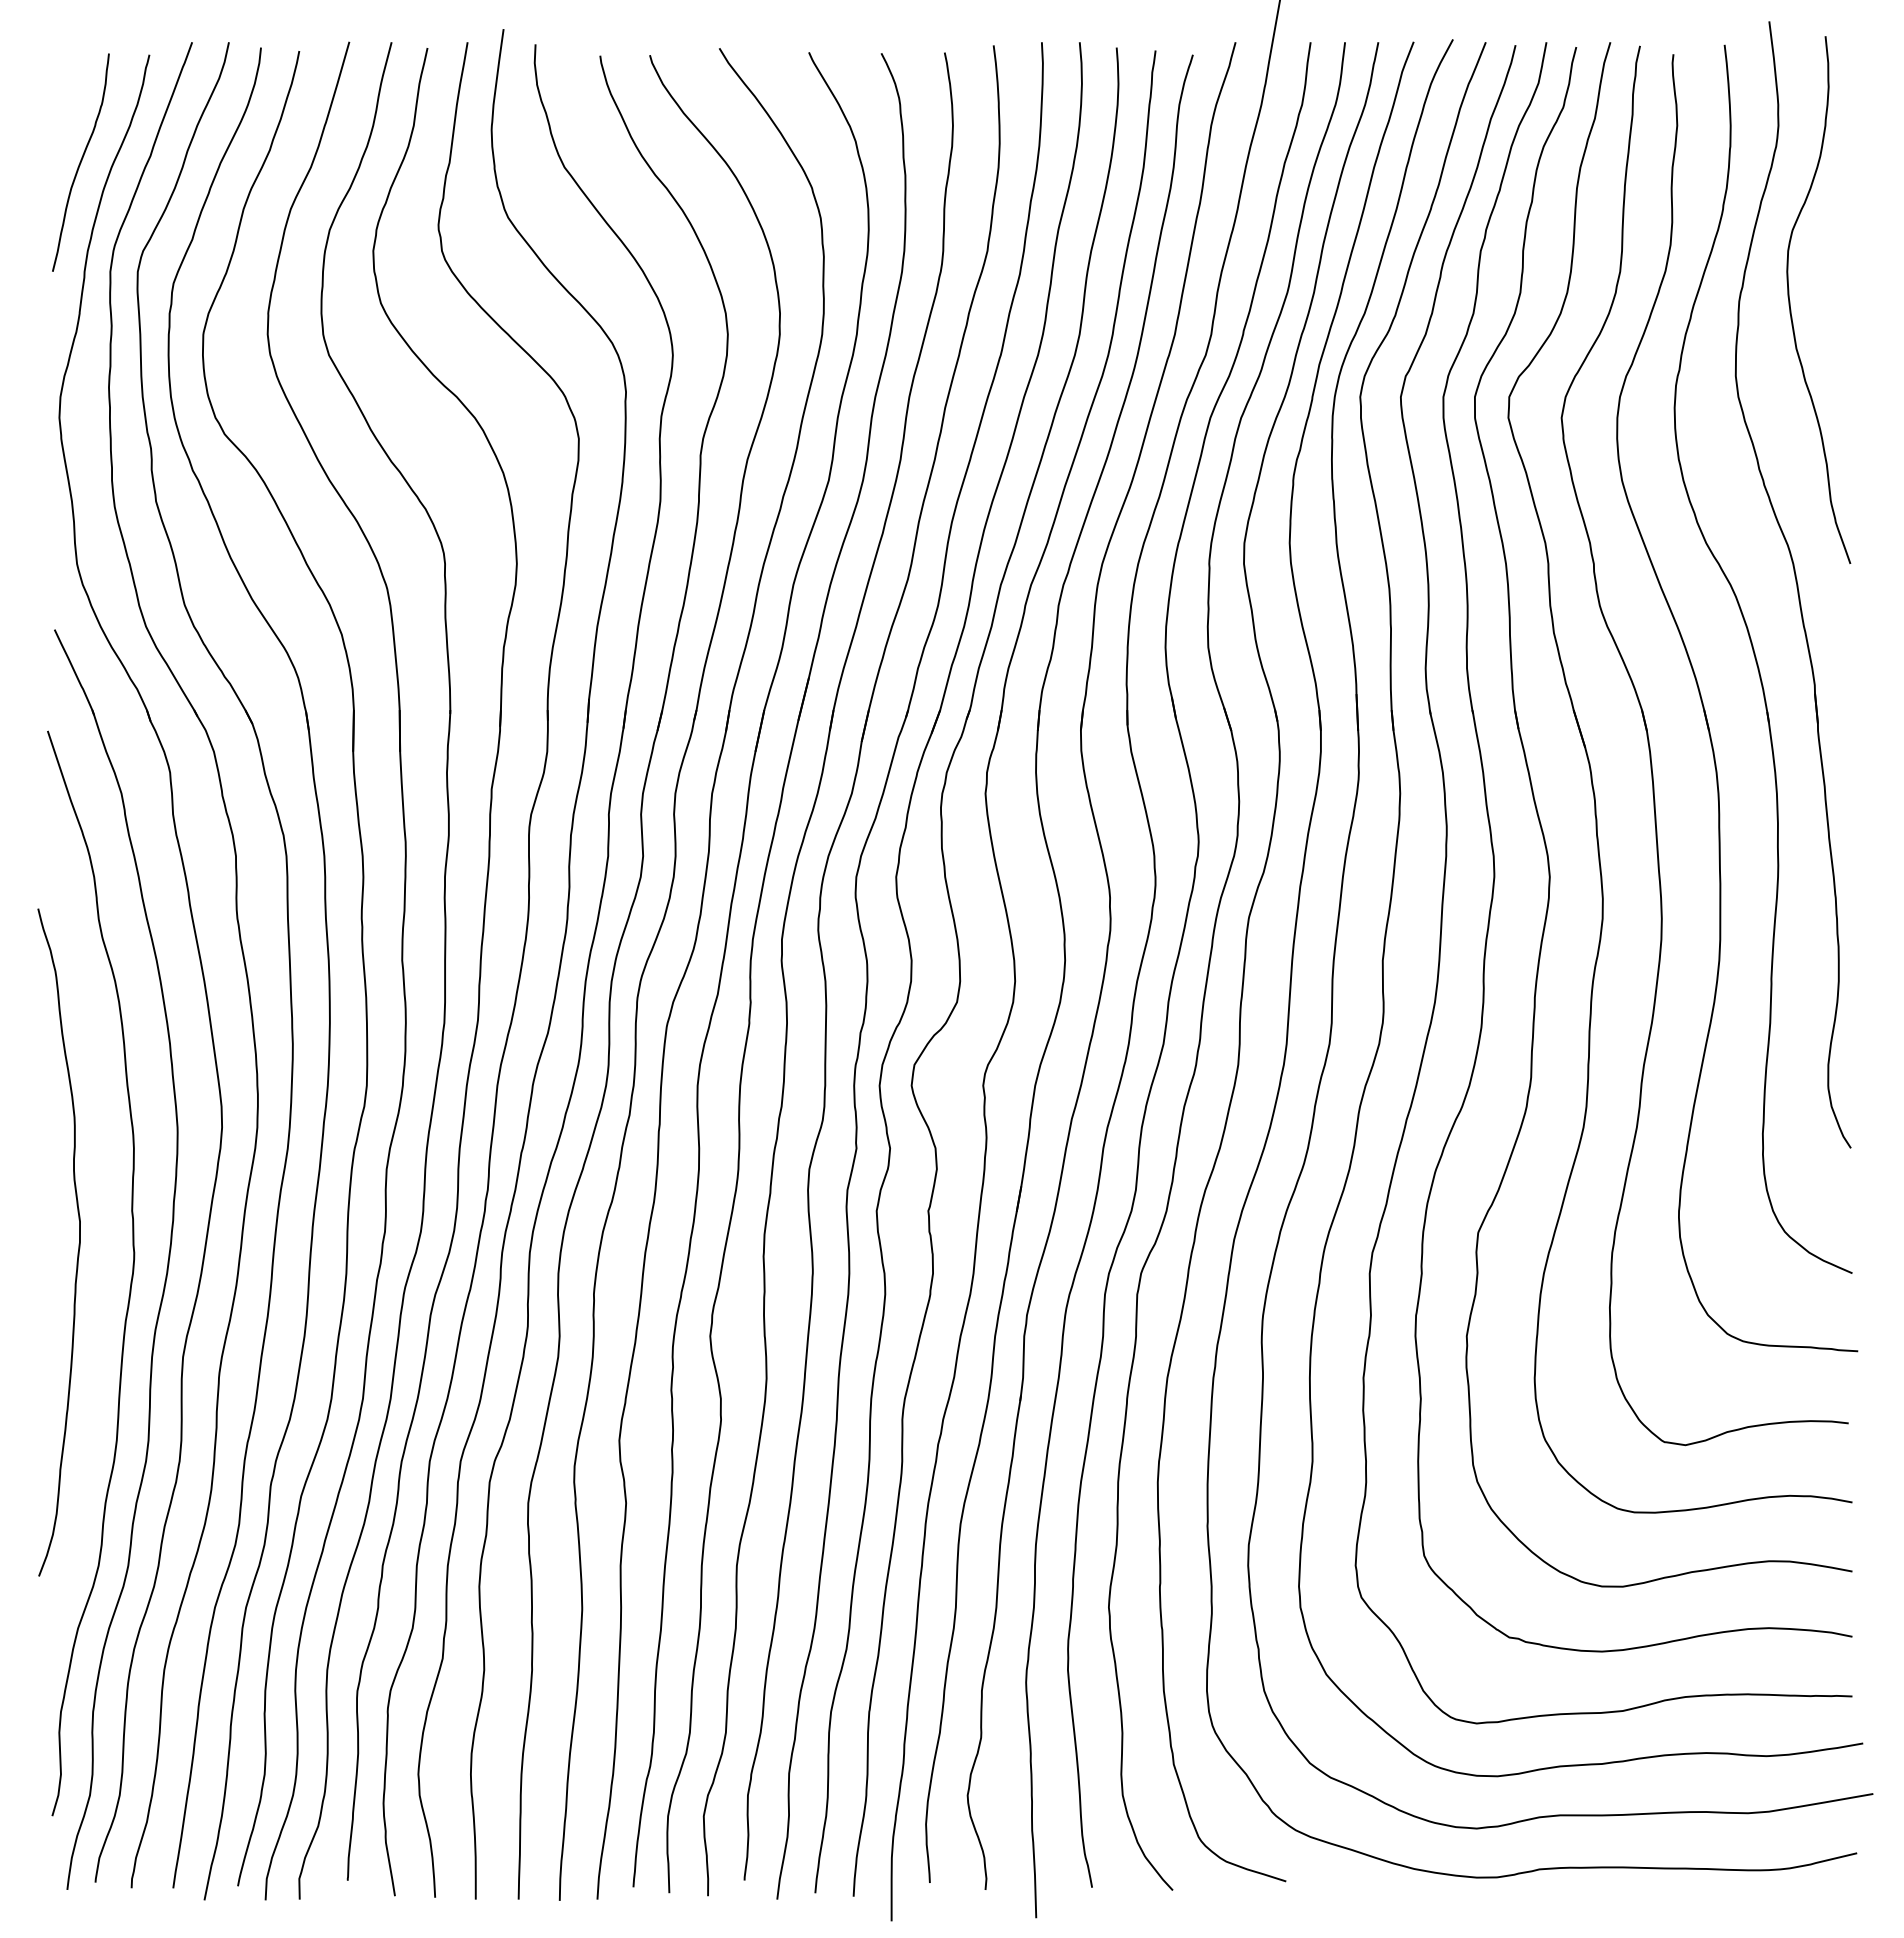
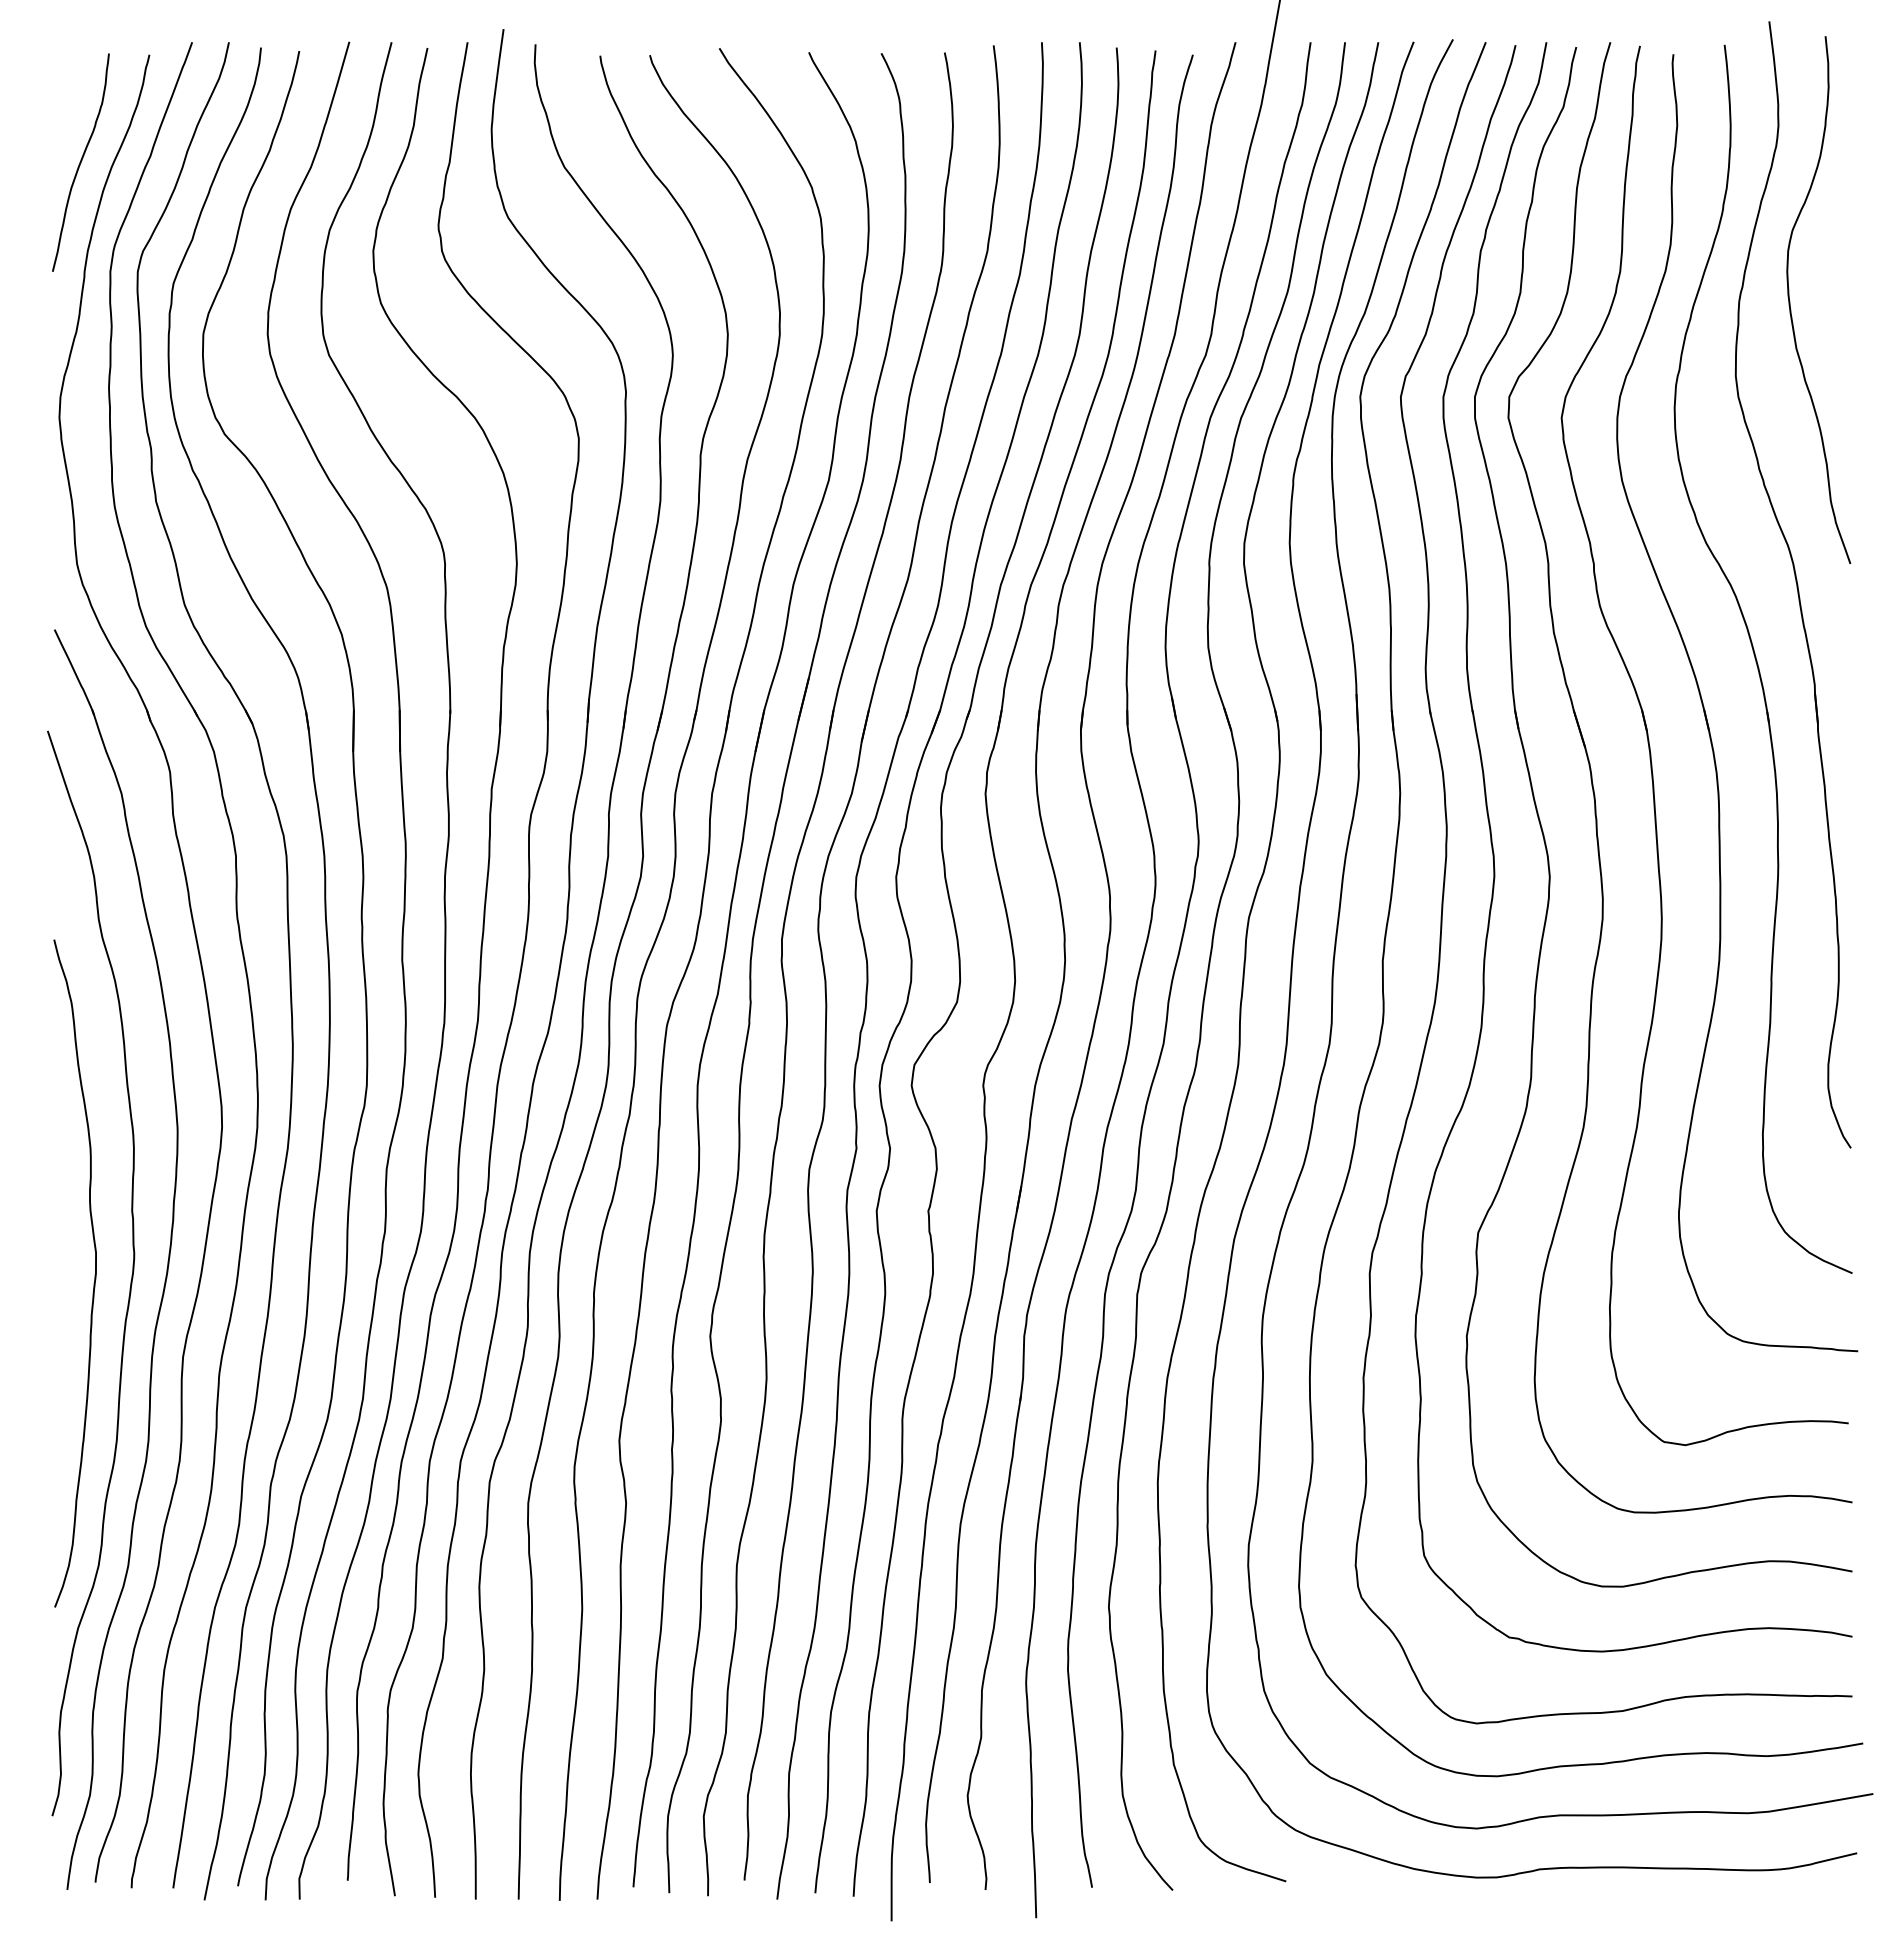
curve at (78, 1244) position: (78, 1244) -> (94, 1275)
